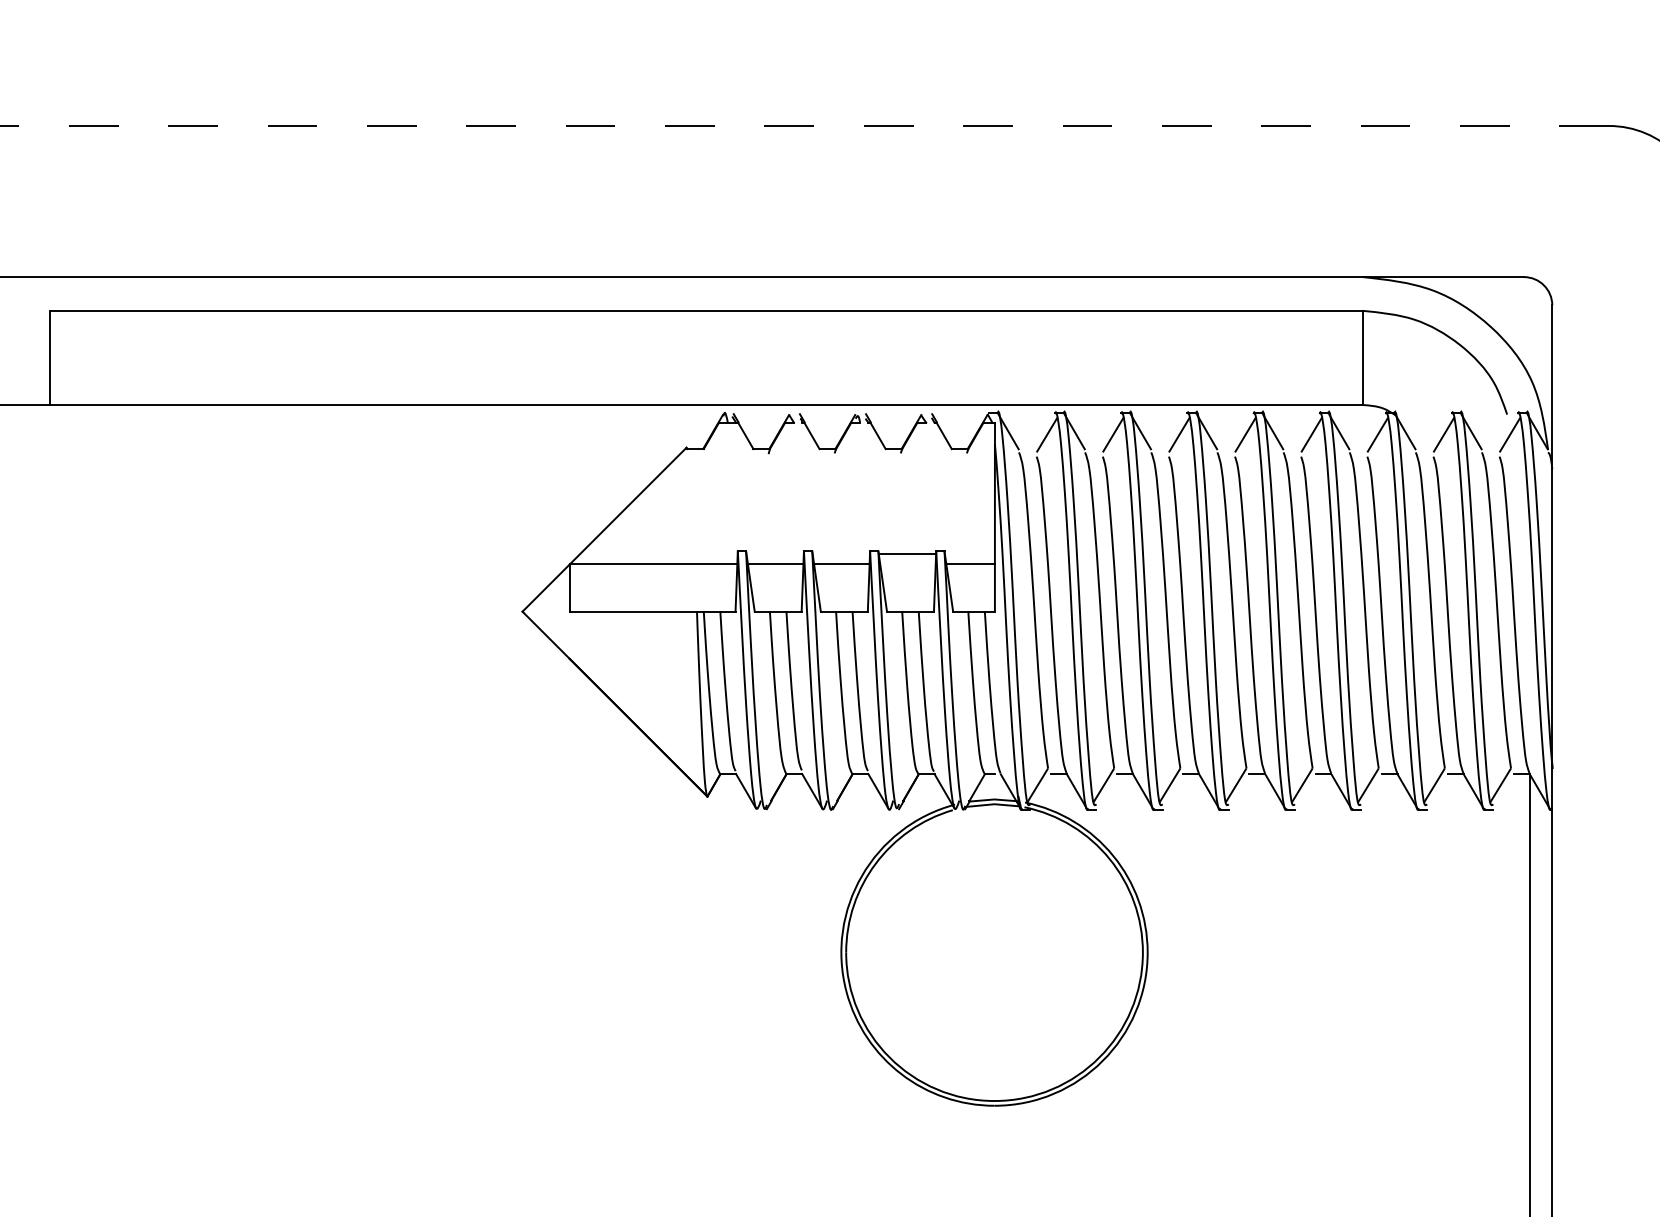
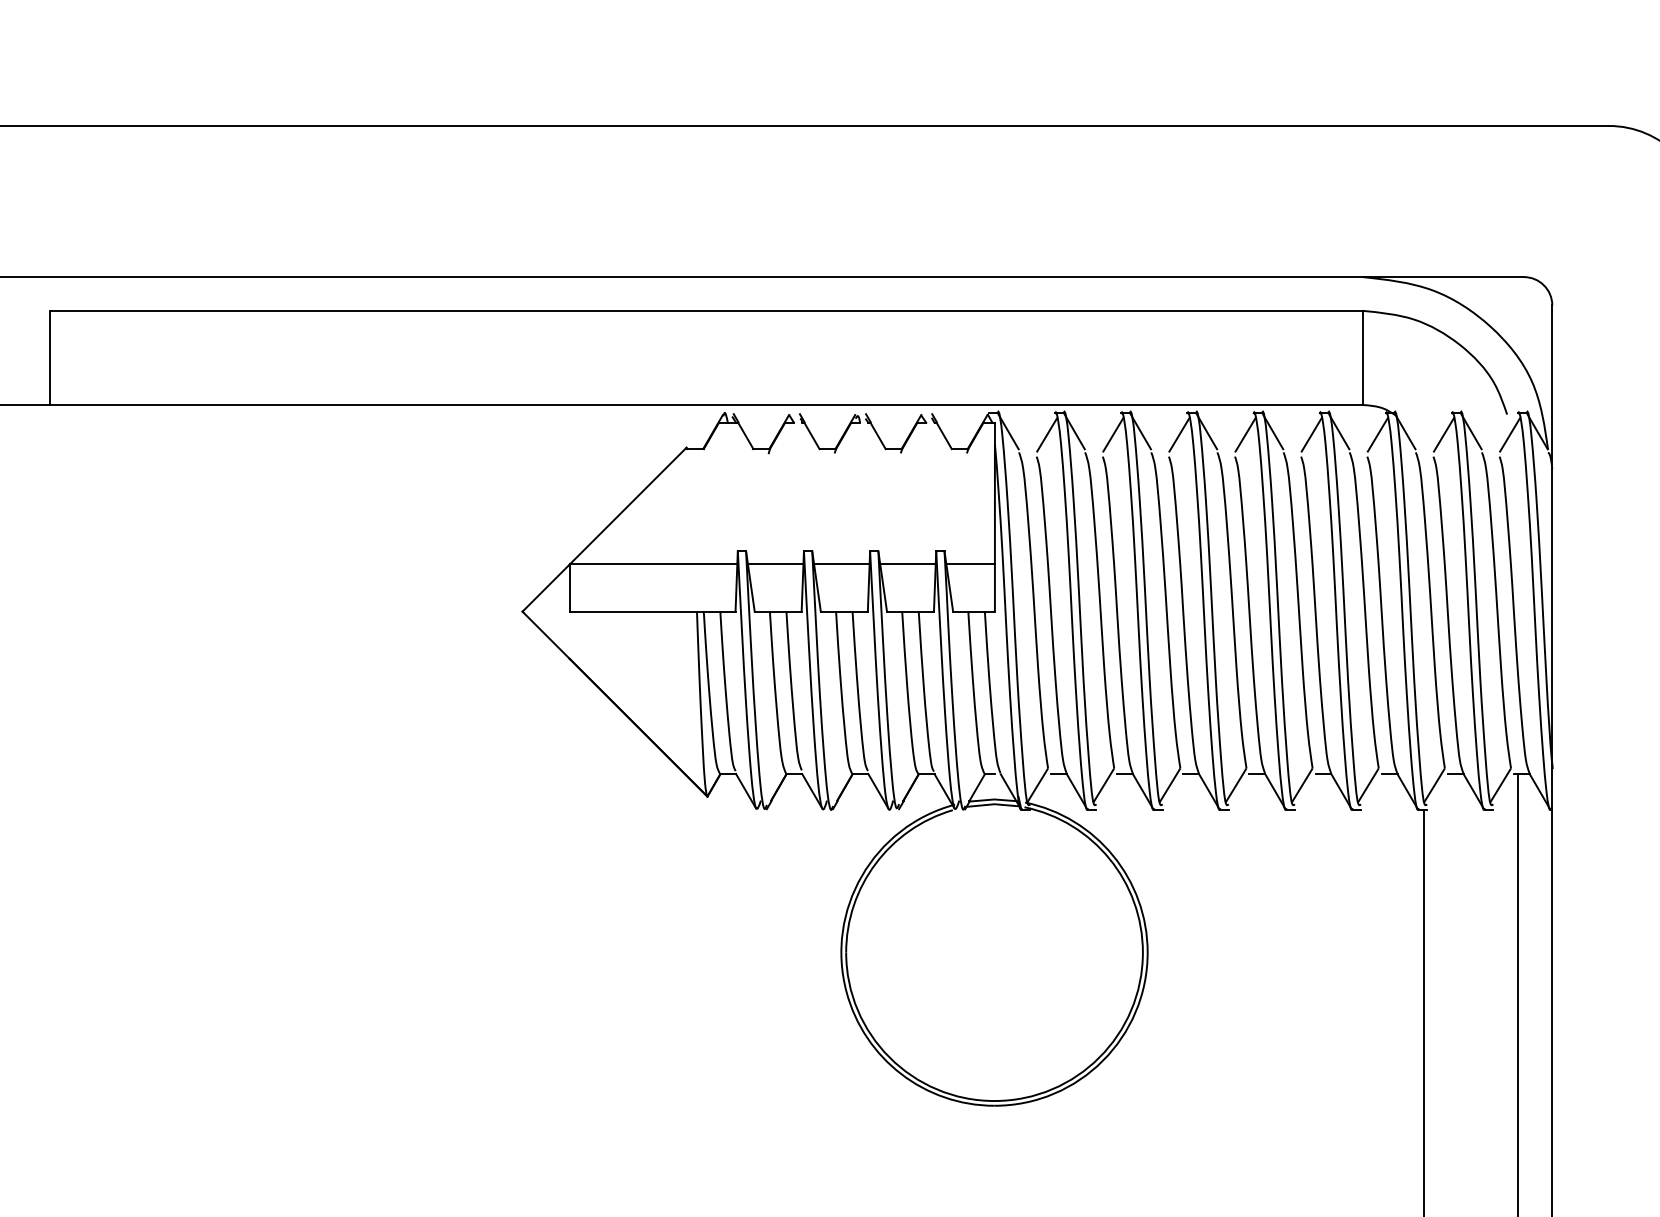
line at (804, 125): dashed -> solid
line at (907, 554) position: (907, 554) -> (907, 564)
line at (1530, 993) position: (1530, 993) -> (1518, 993)
line at (1424, 1011): none -> present
